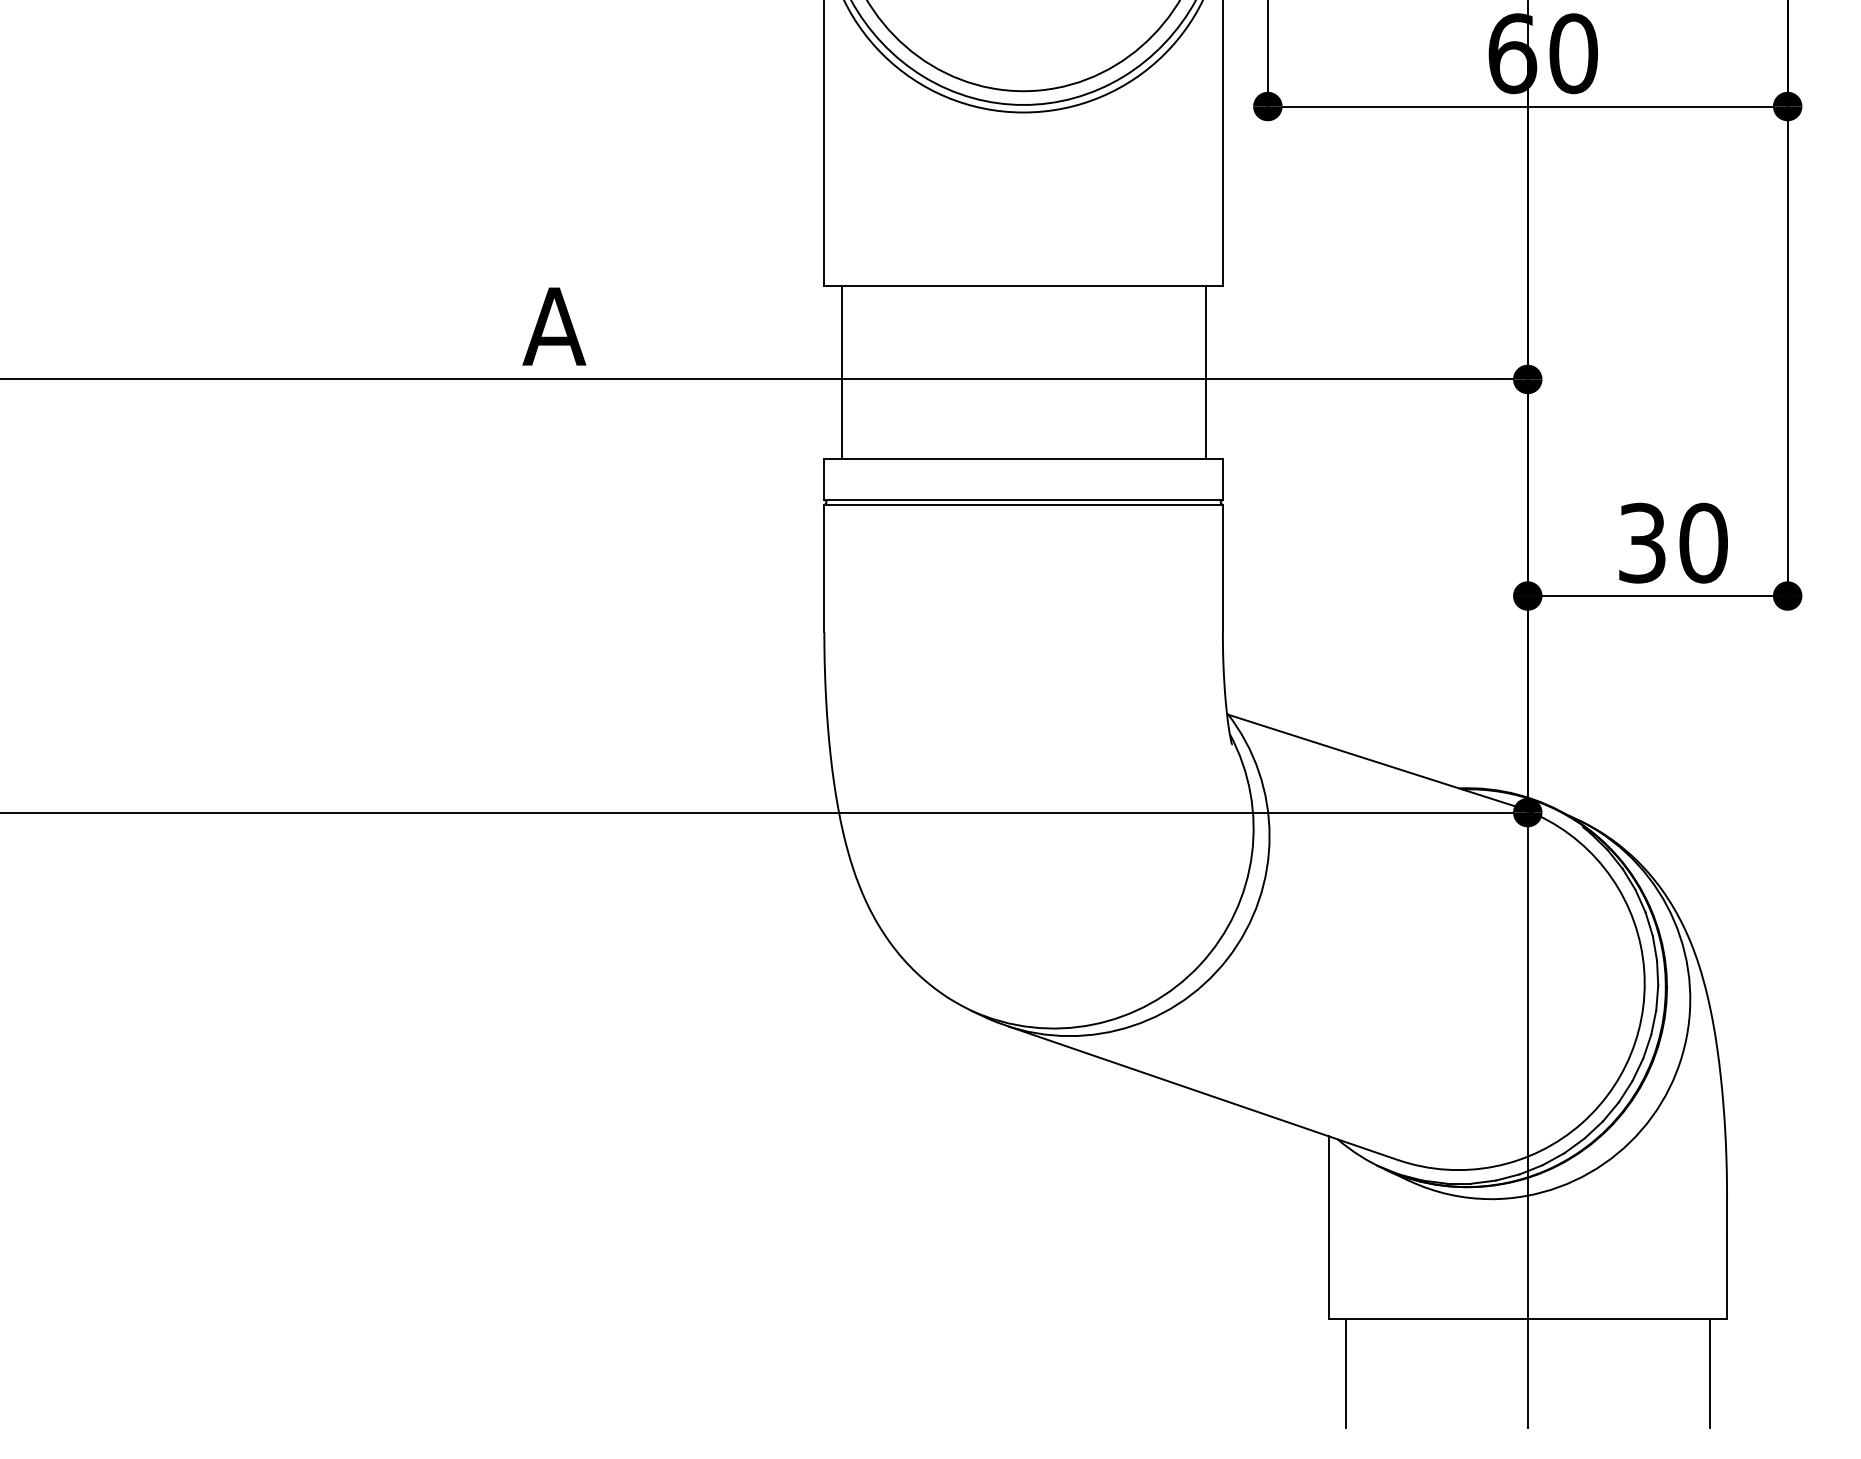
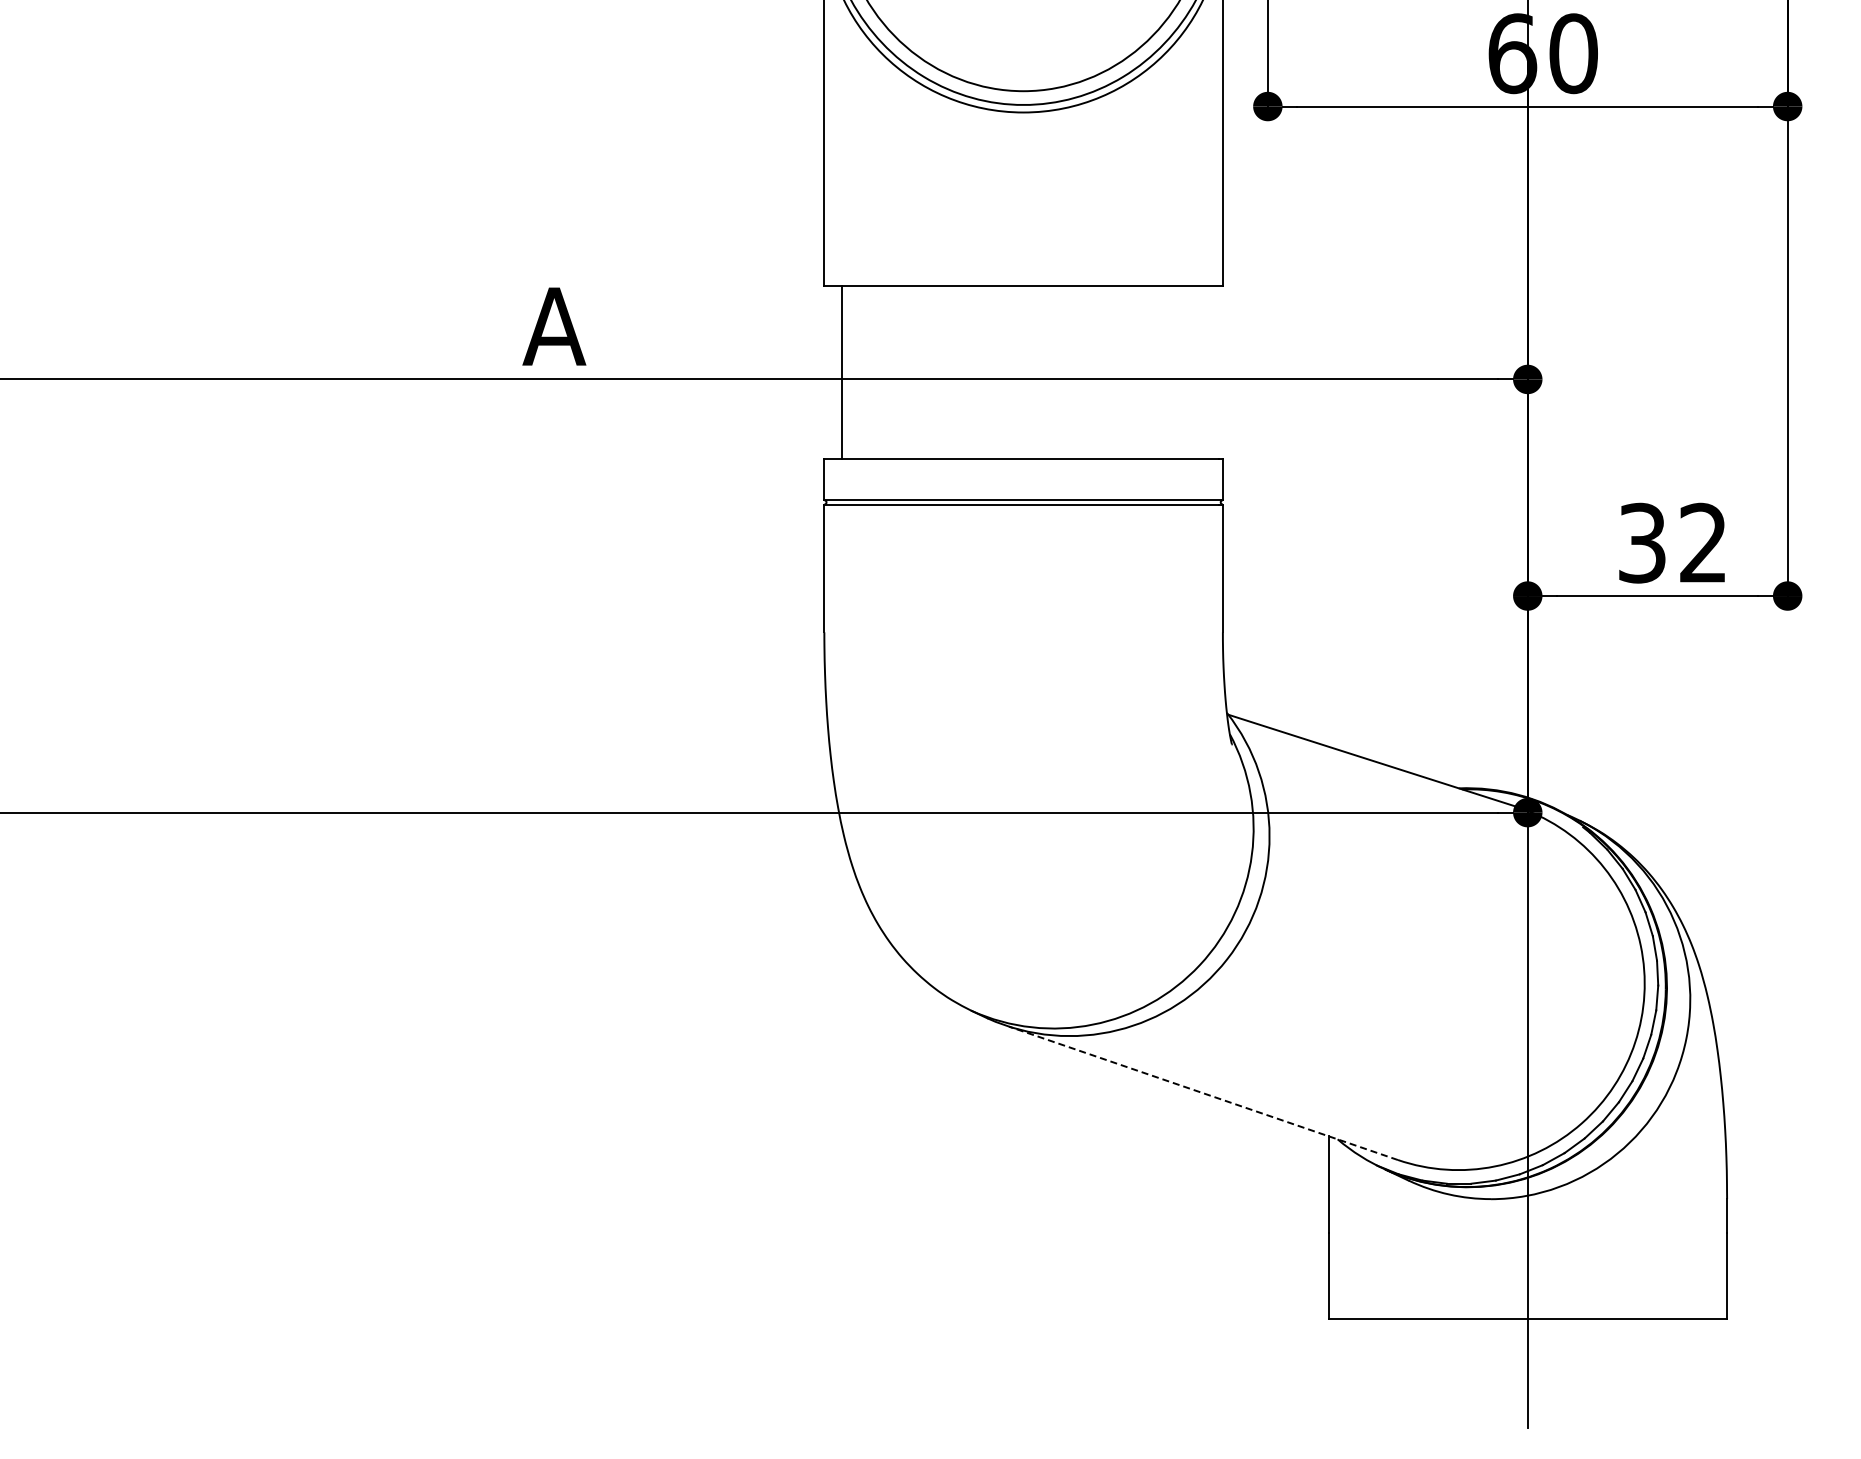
line at (1205, 372): present -> none
text at (1703, 542): 30 -> 32
line at (1203, 1093): solid -> dashed
line at (1345, 1373): present -> none
line at (1709, 1373): present -> none
